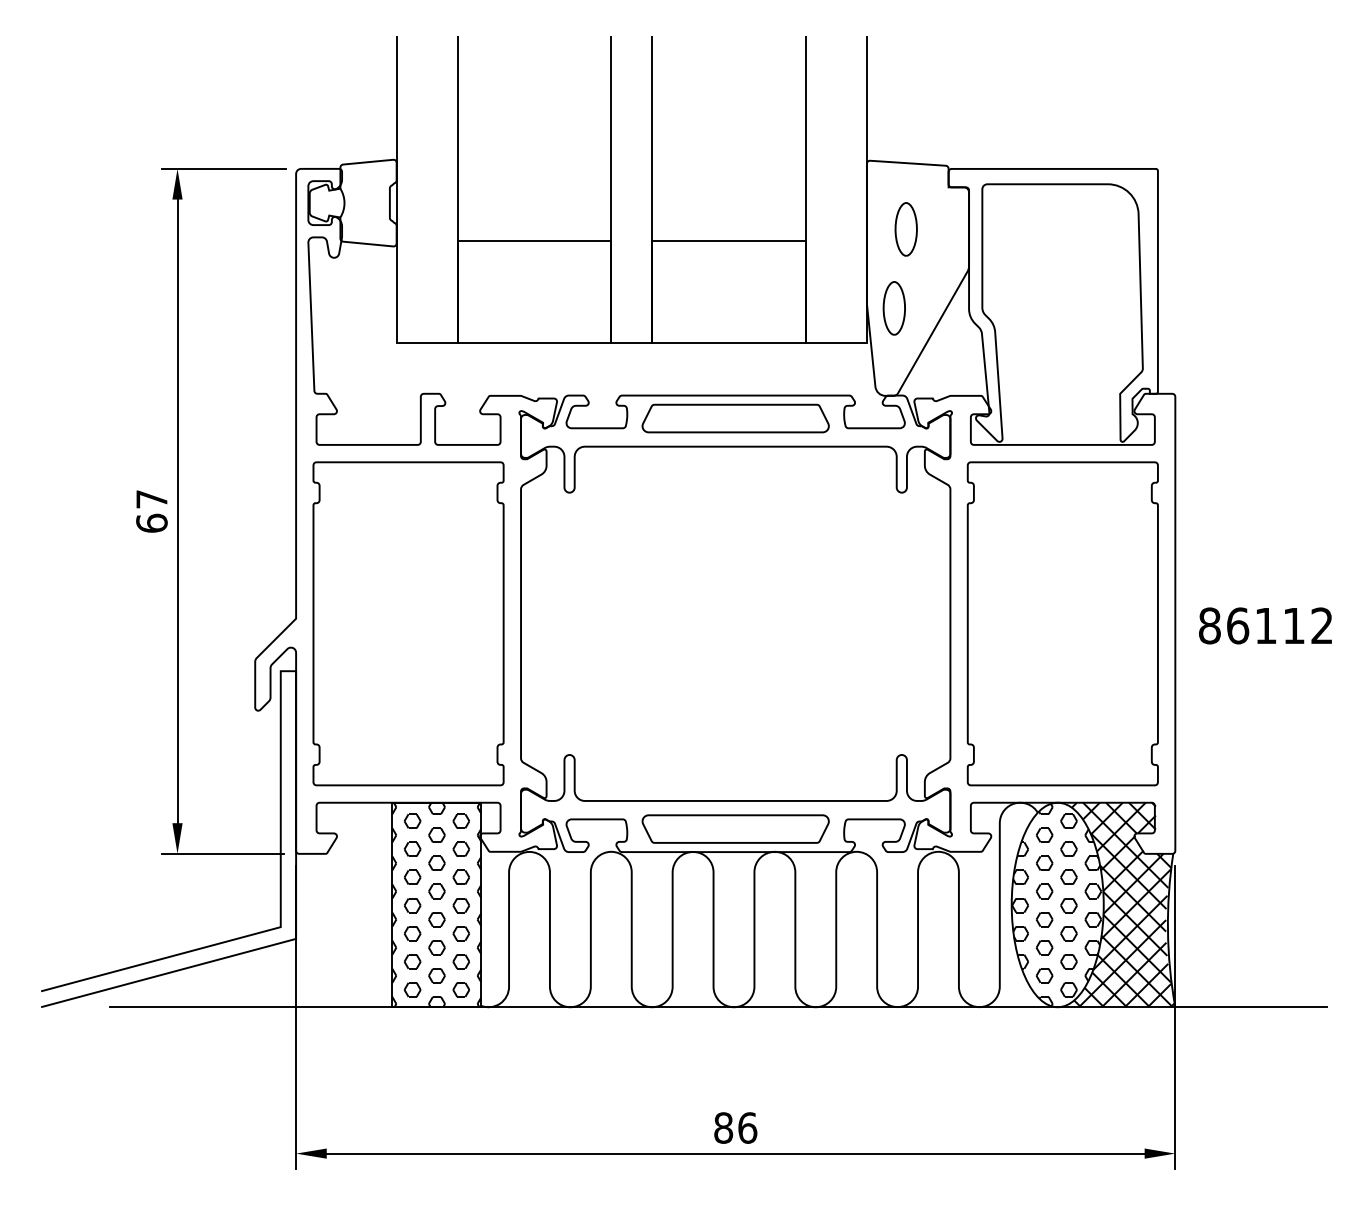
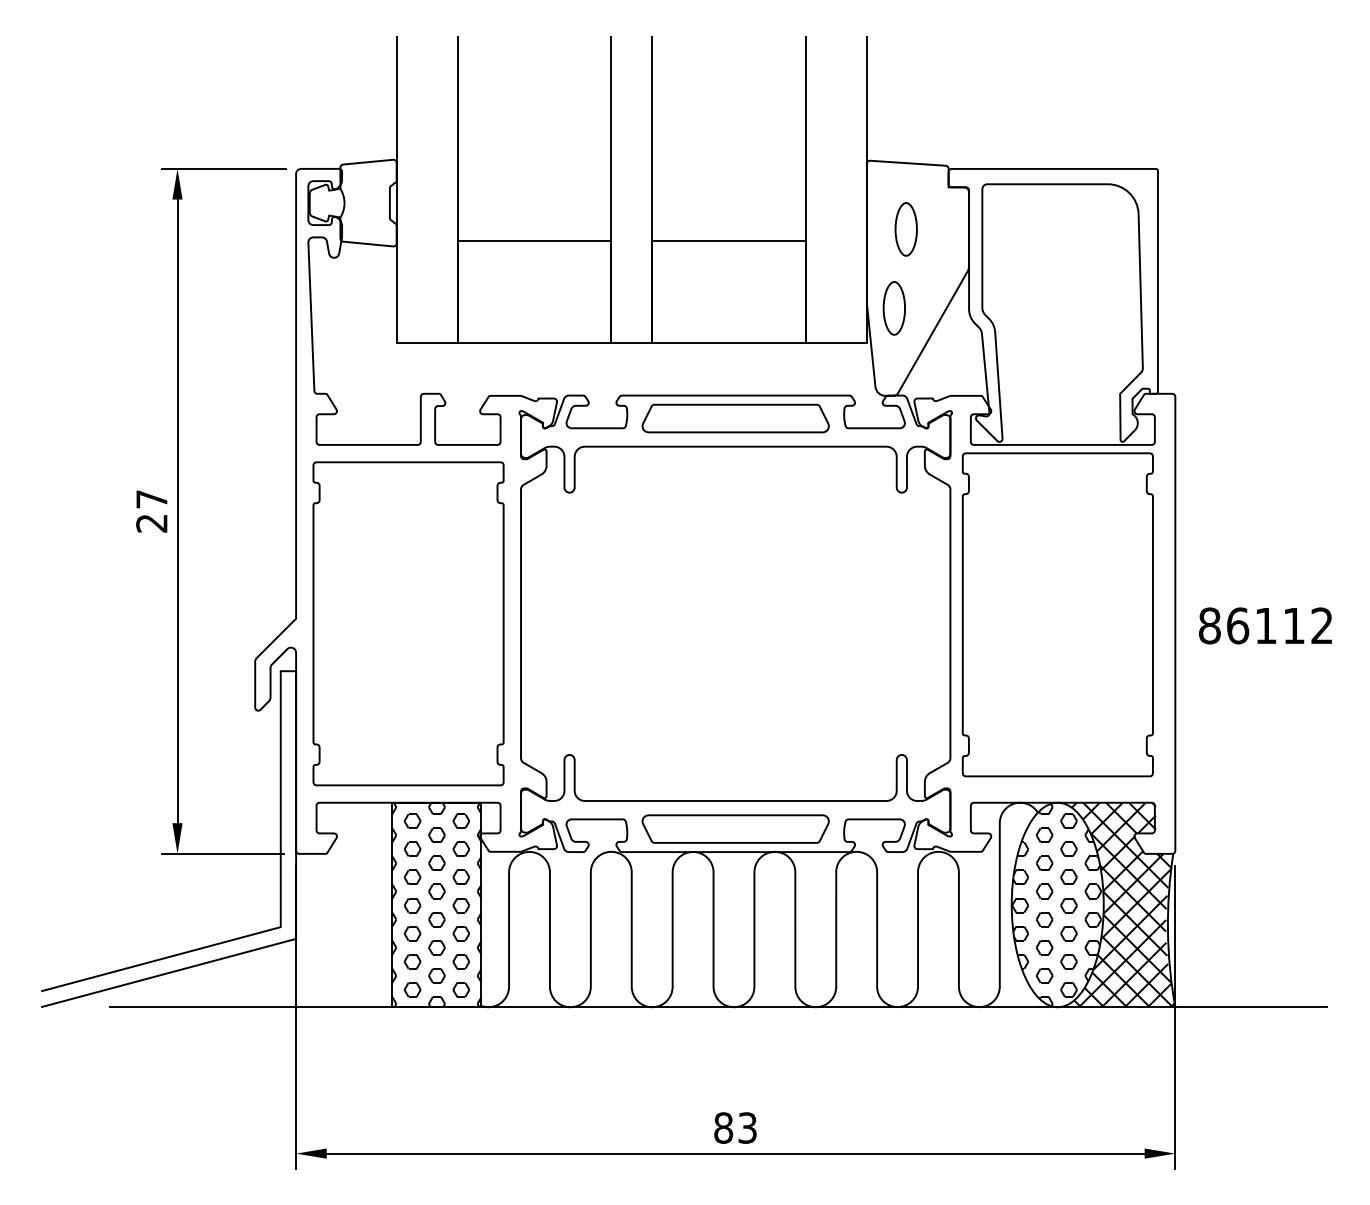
text at (151, 522): 67 -> 27
part at (1062, 623) position: (1062, 623) -> (1057, 614)
text at (747, 1127): 86 -> 83
